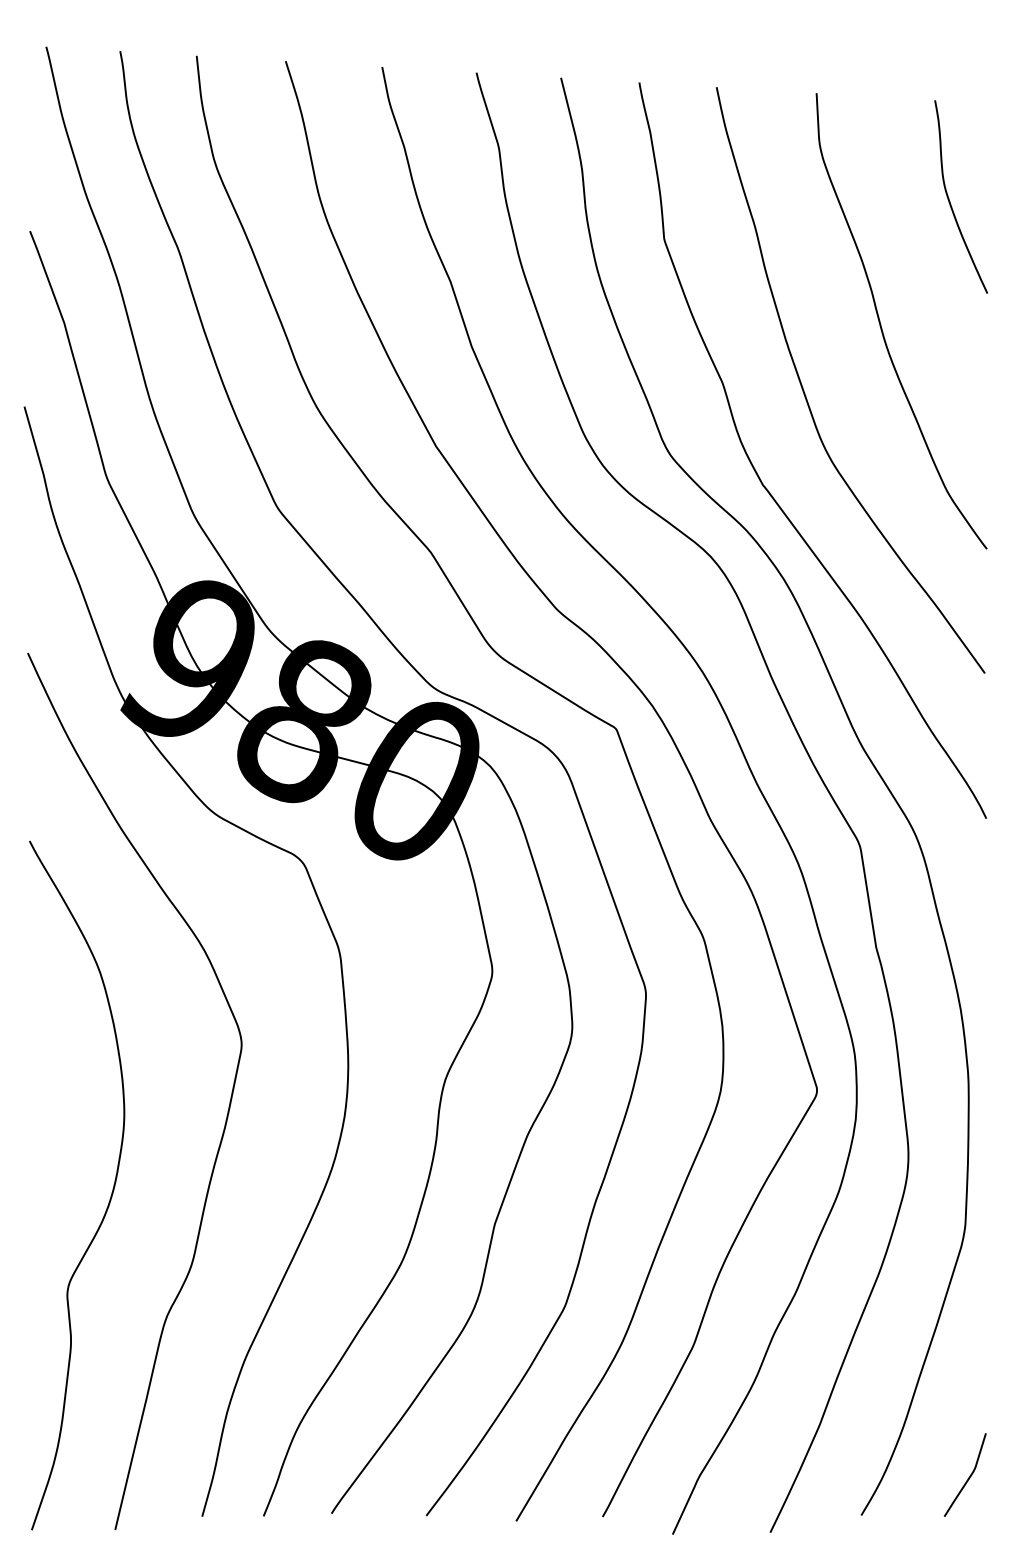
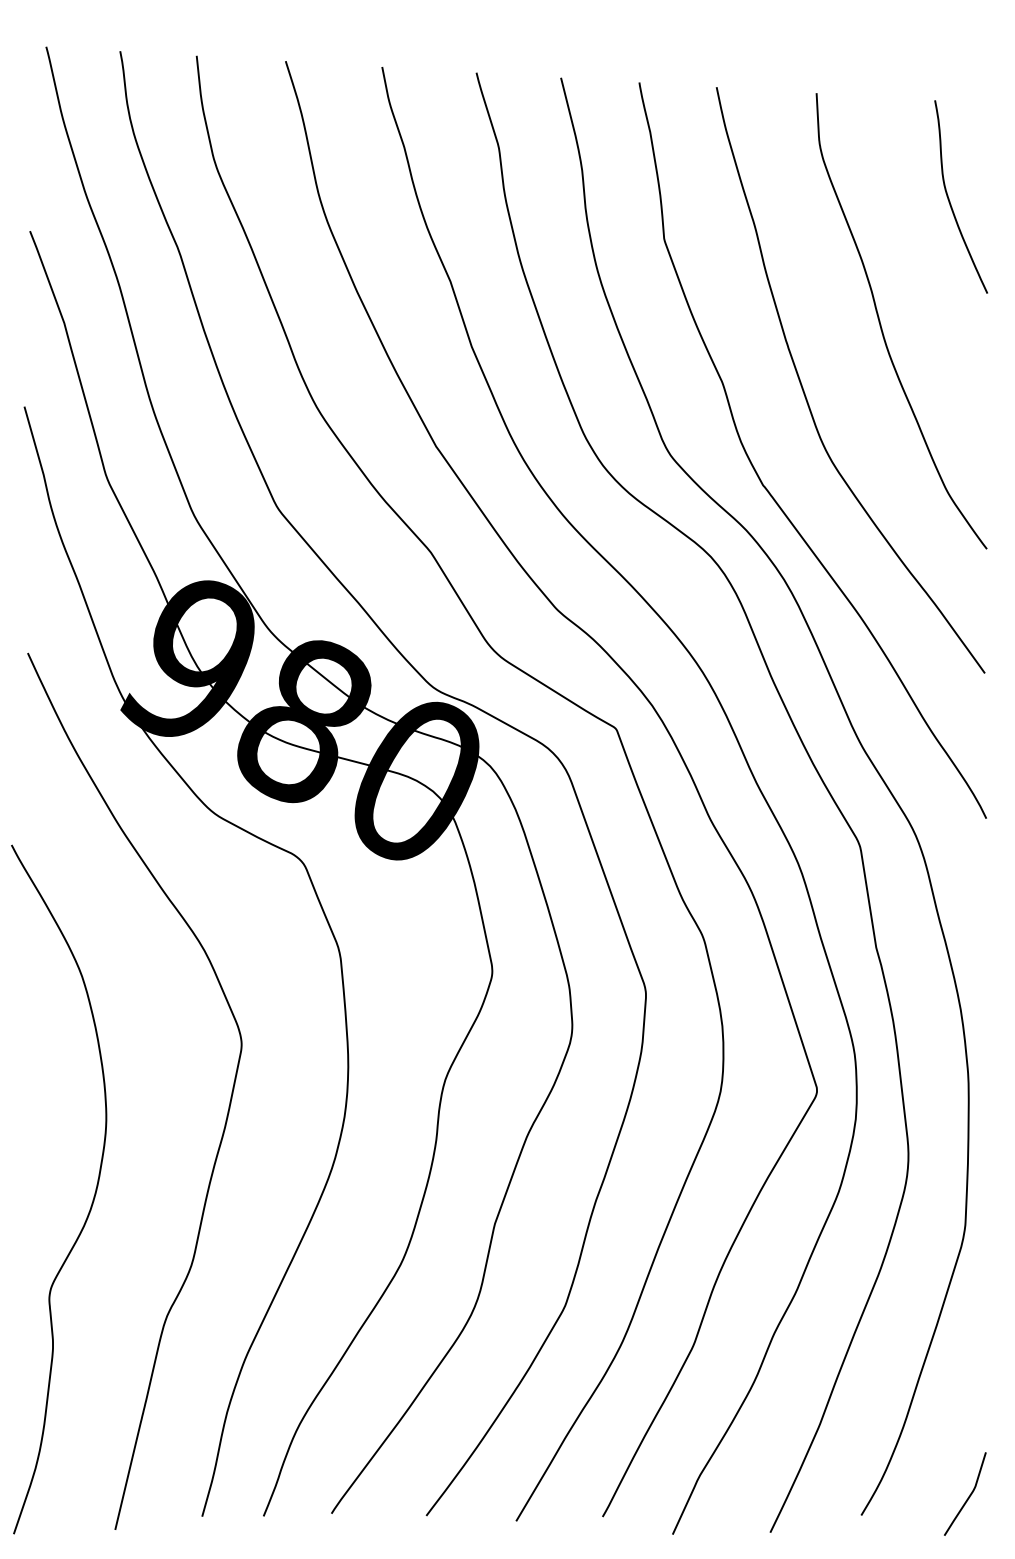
curve at (110, 1195) position: (110, 1195) -> (92, 1199)
curve at (969, 1475) position: (969, 1475) -> (969, 1494)
